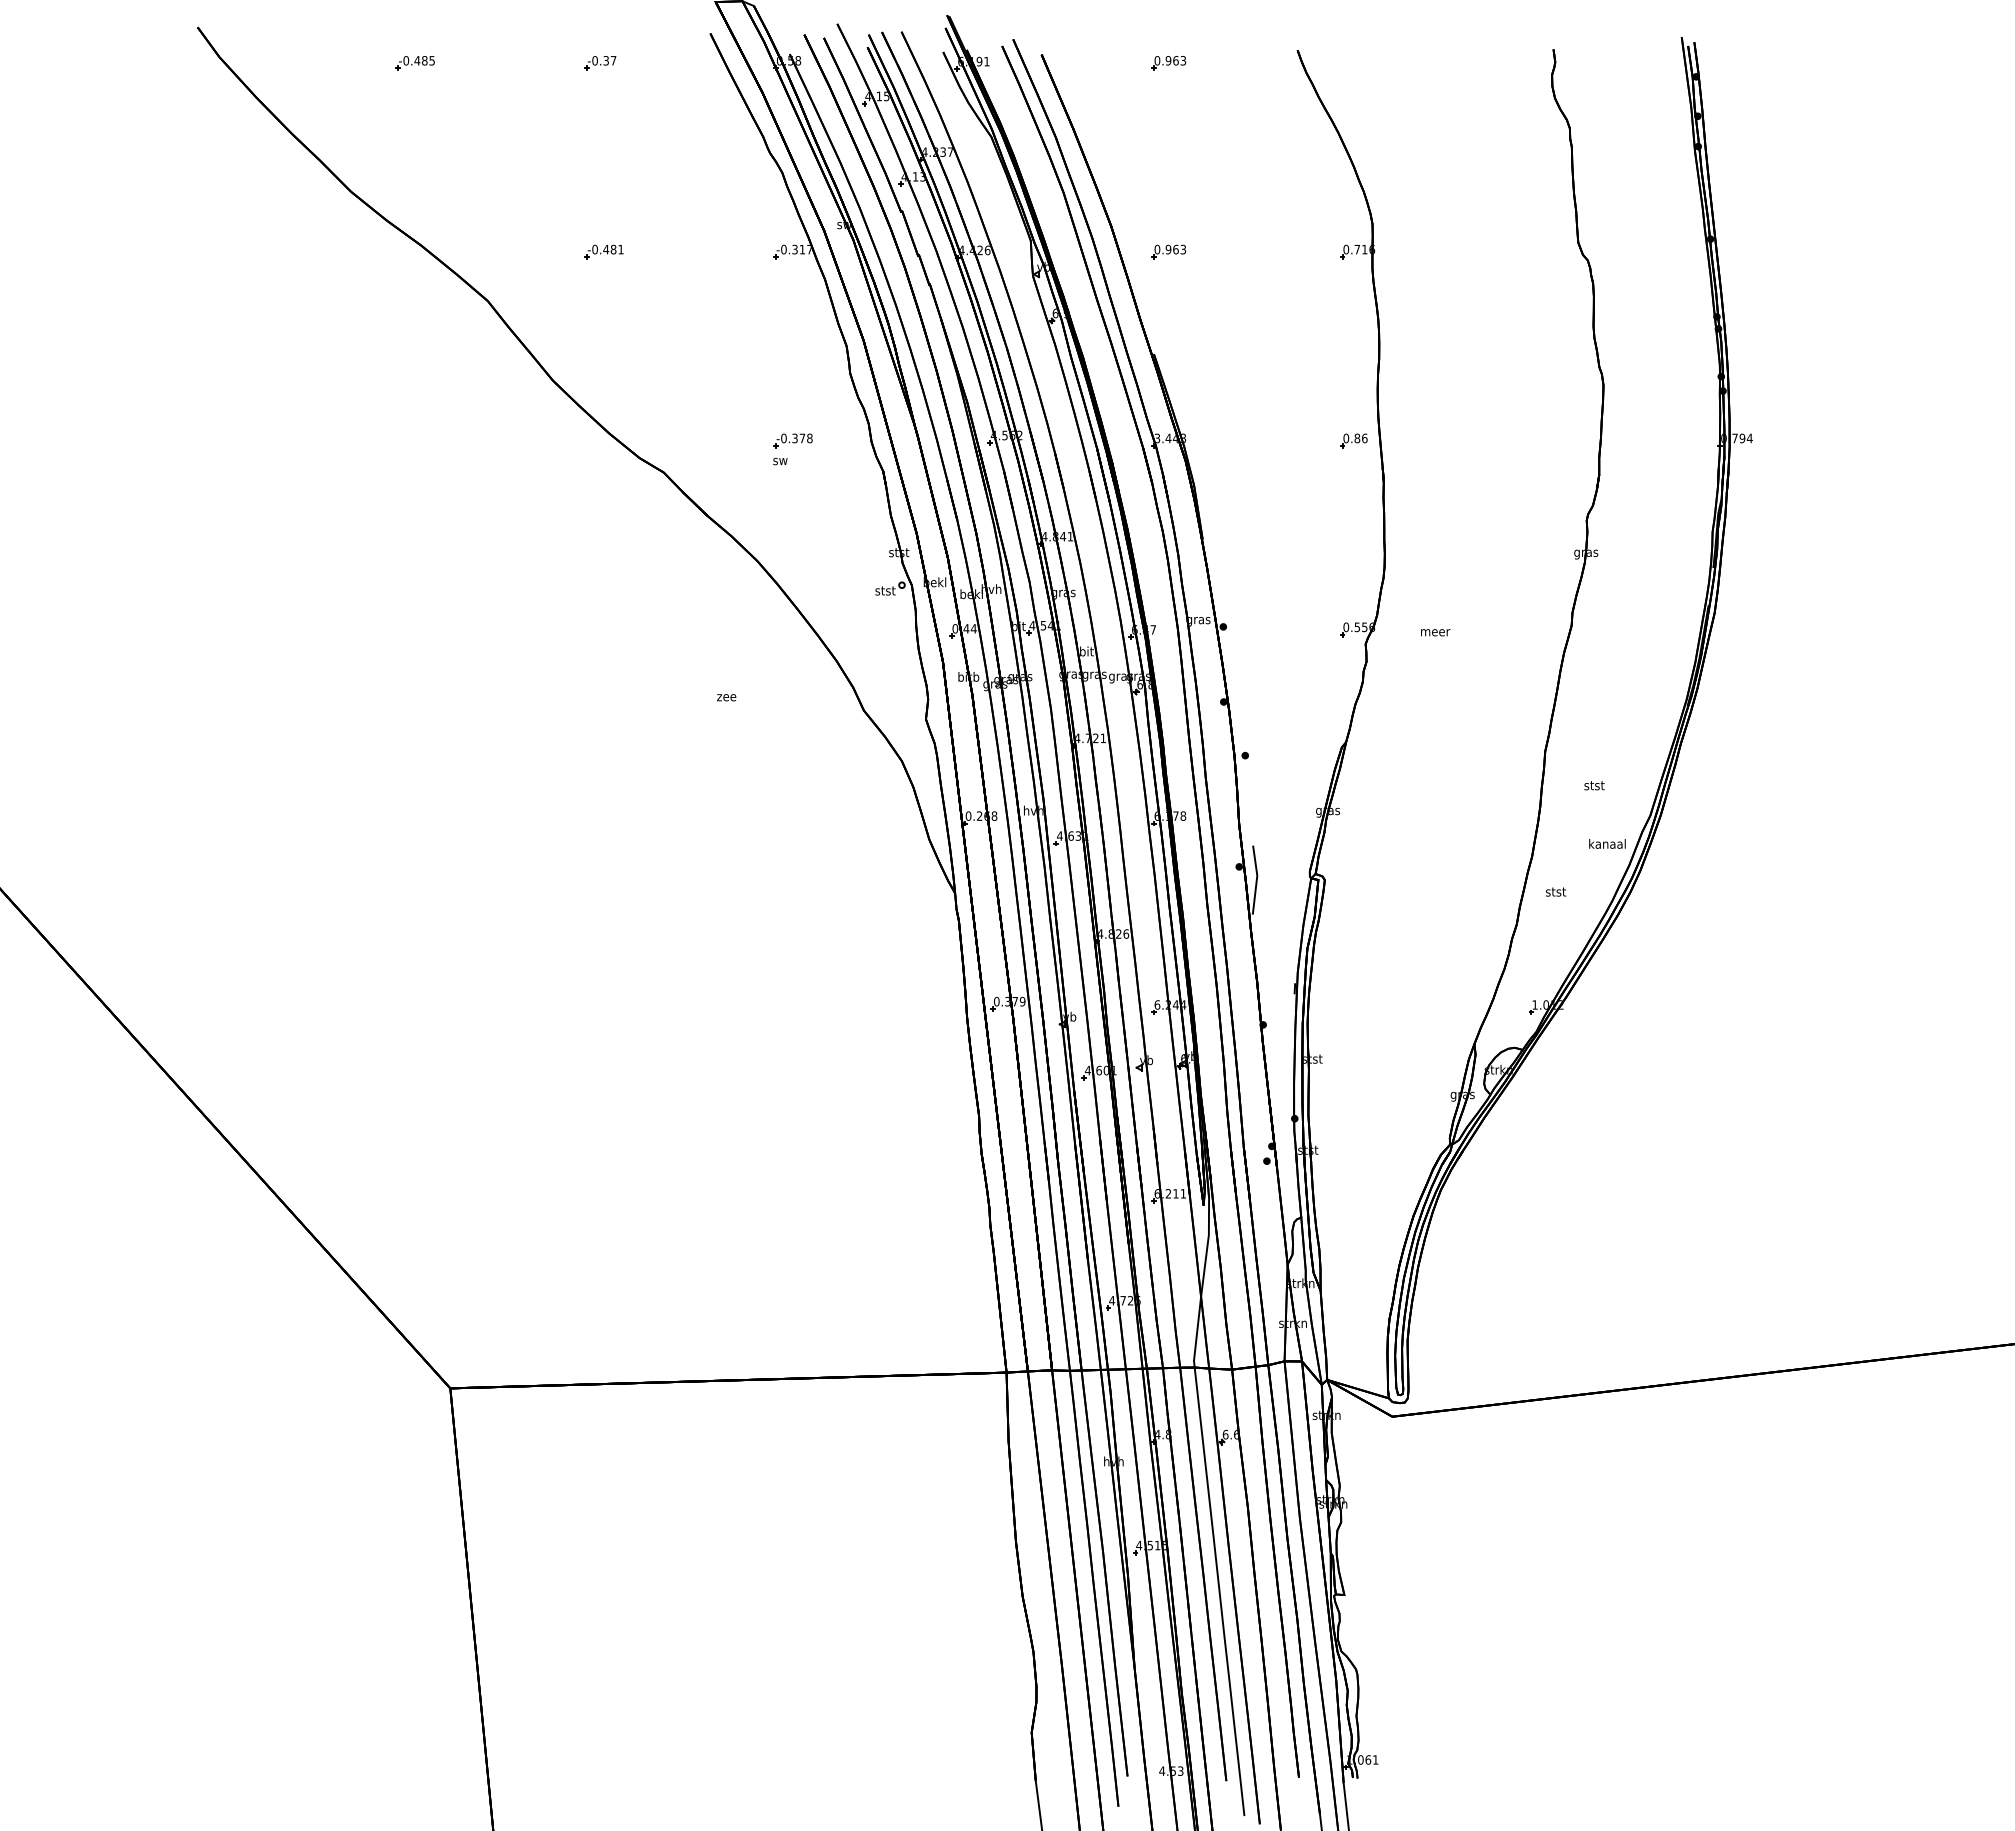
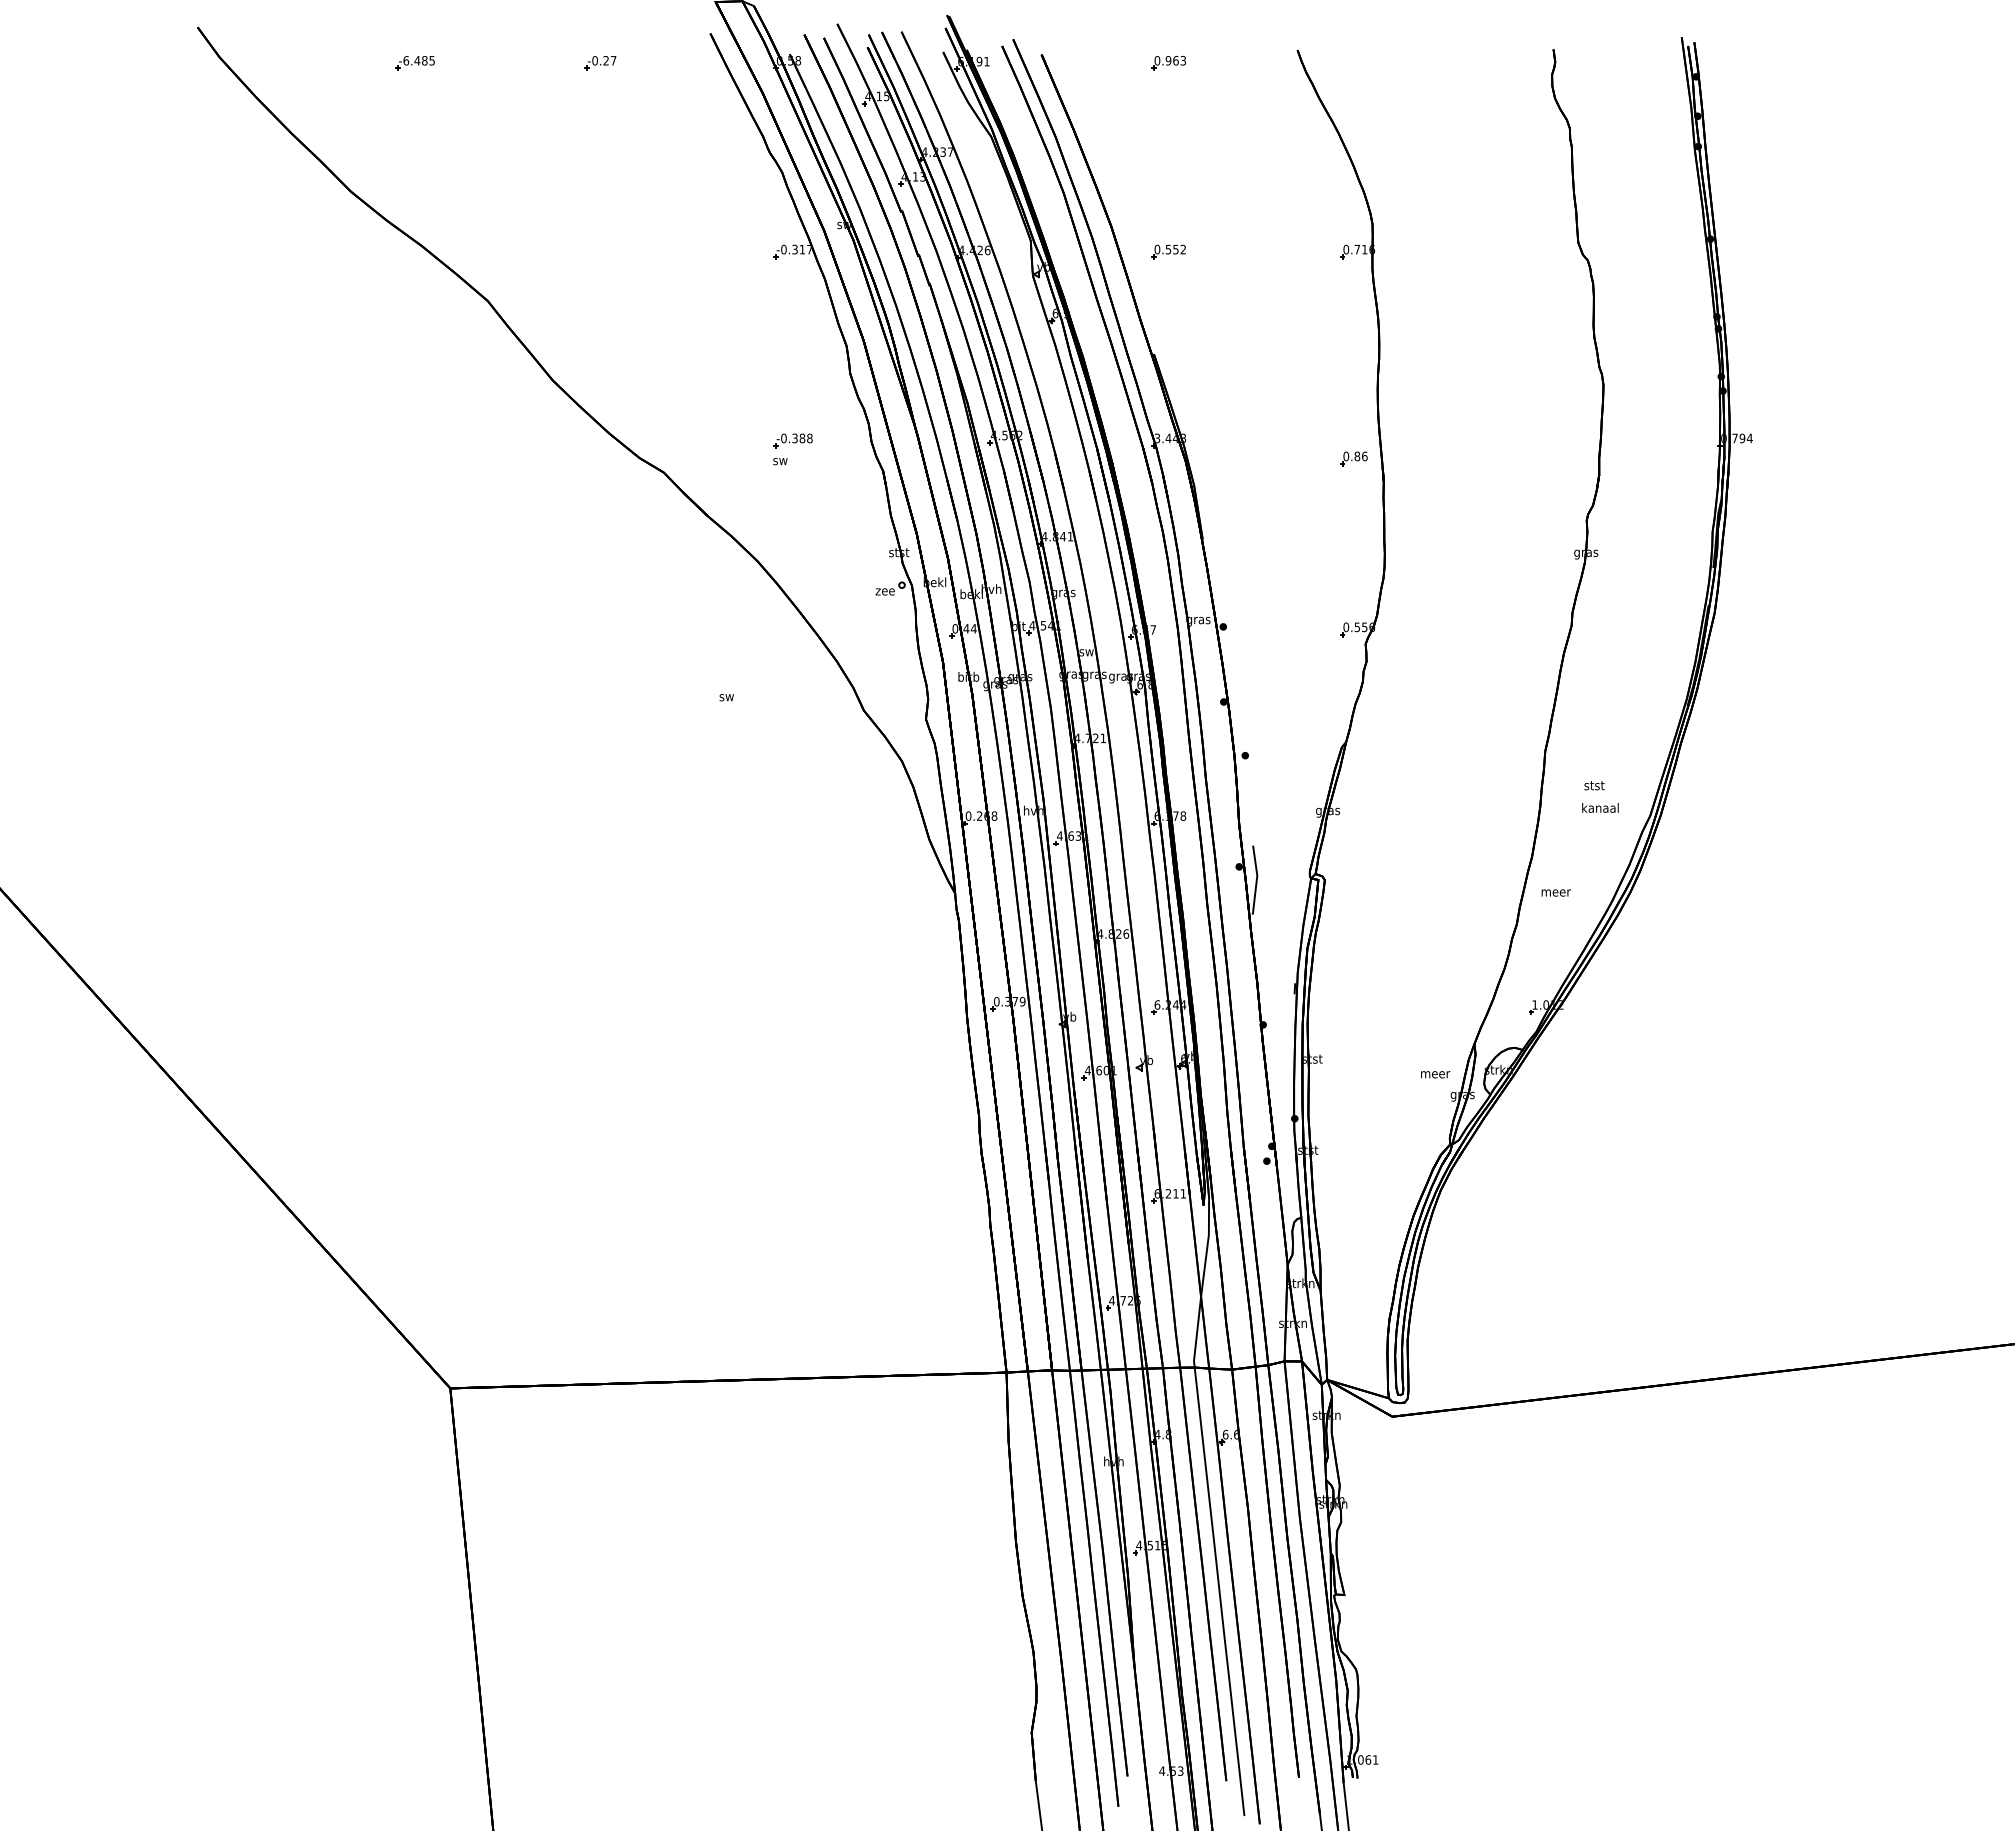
text at (406, 60): -0.485 -> -6.485
text at (605, 60): -0.37 -> -0.27
text at (1175, 249): 0.963 -> 0.552
part at (603, 251): present -> none
text at (802, 438): -0.378 -> -0.388
part at (1353, 440) position: (1353, 440) -> (1353, 458)
text at (885, 590): stst -> zee
text at (1435, 632) position: (1435, 632) -> (1435, 1074)
text at (1086, 651): bit -> sw
text at (726, 697): zee -> sw
text at (1607, 843) position: (1607, 843) -> (1600, 807)
text at (1555, 891): stst -> meer
